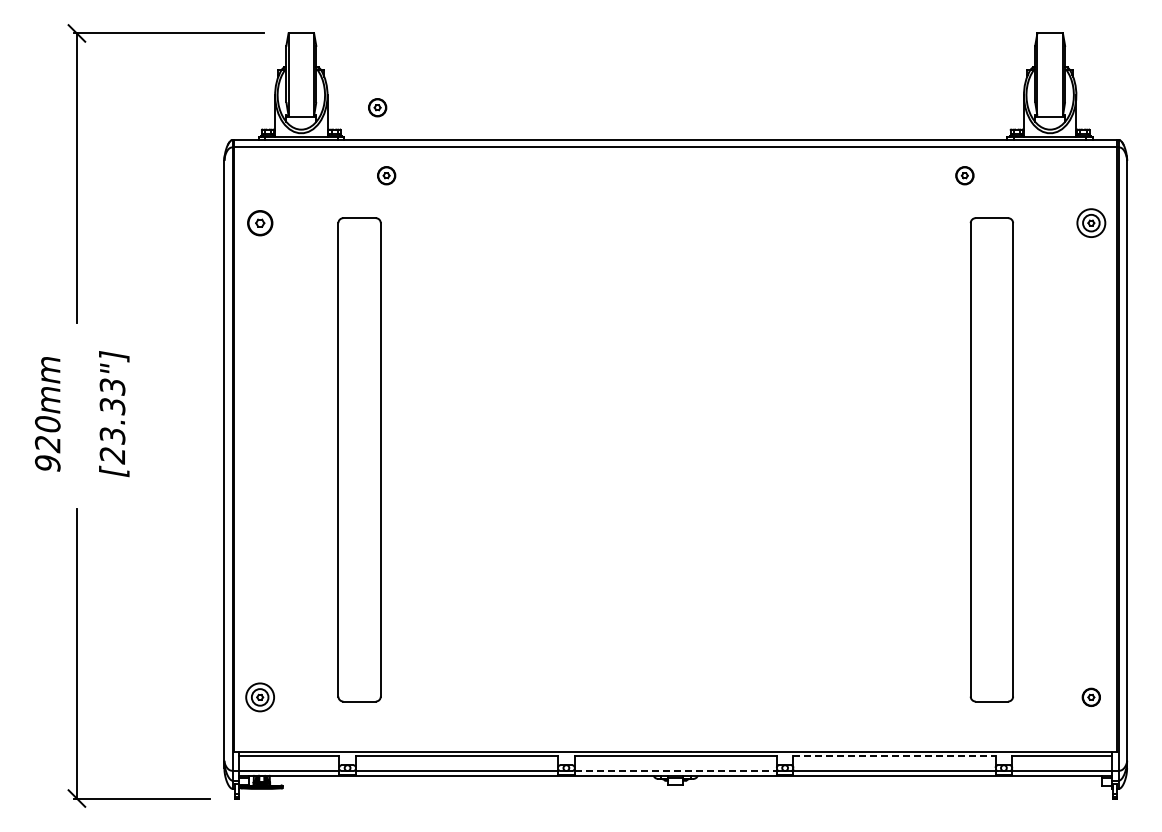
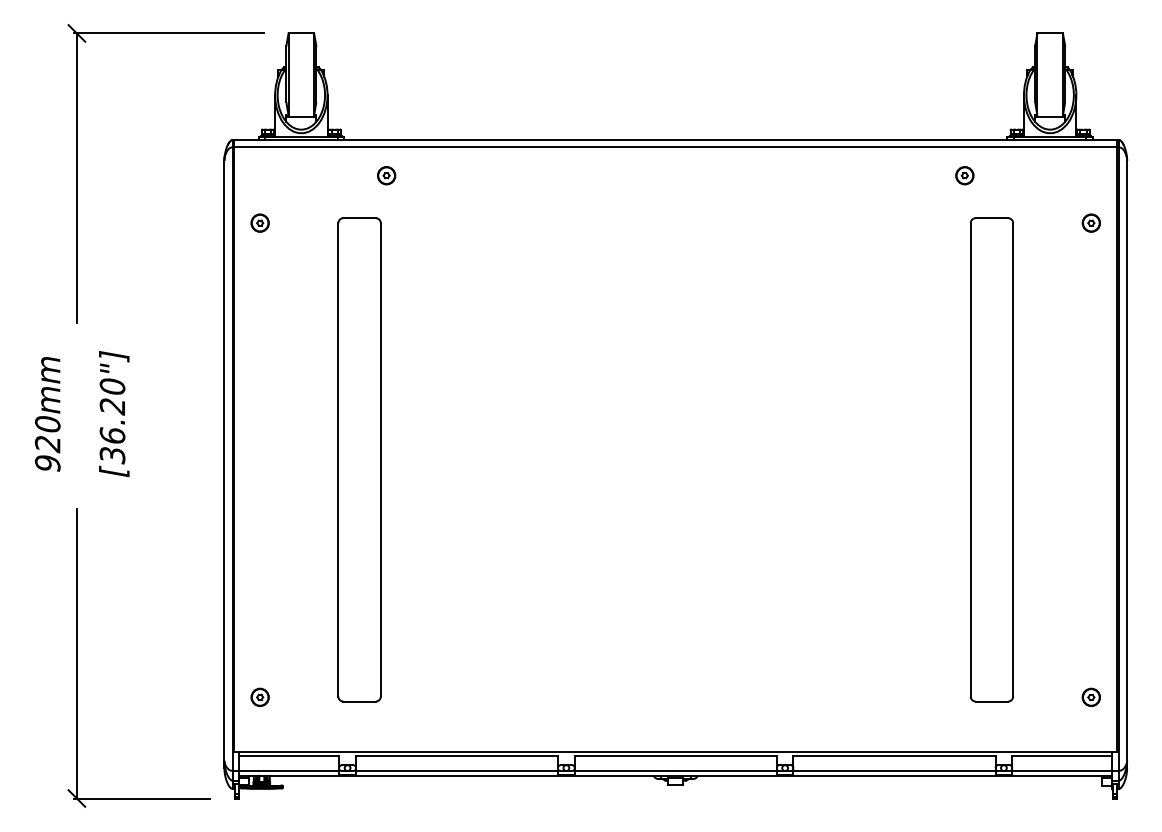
part at (377, 107): present -> none
part at (260, 223) size: 27x27 px -> 20x20 px
circle at (1091, 223) diameter: 28 px -> 17 px
text at (112, 421): [23.33"] -> [36.20"]
circle at (260, 697) diameter: 28 px -> 17 px
line at (895, 756): dashed -> solid
line at (676, 770): dashed -> solid
